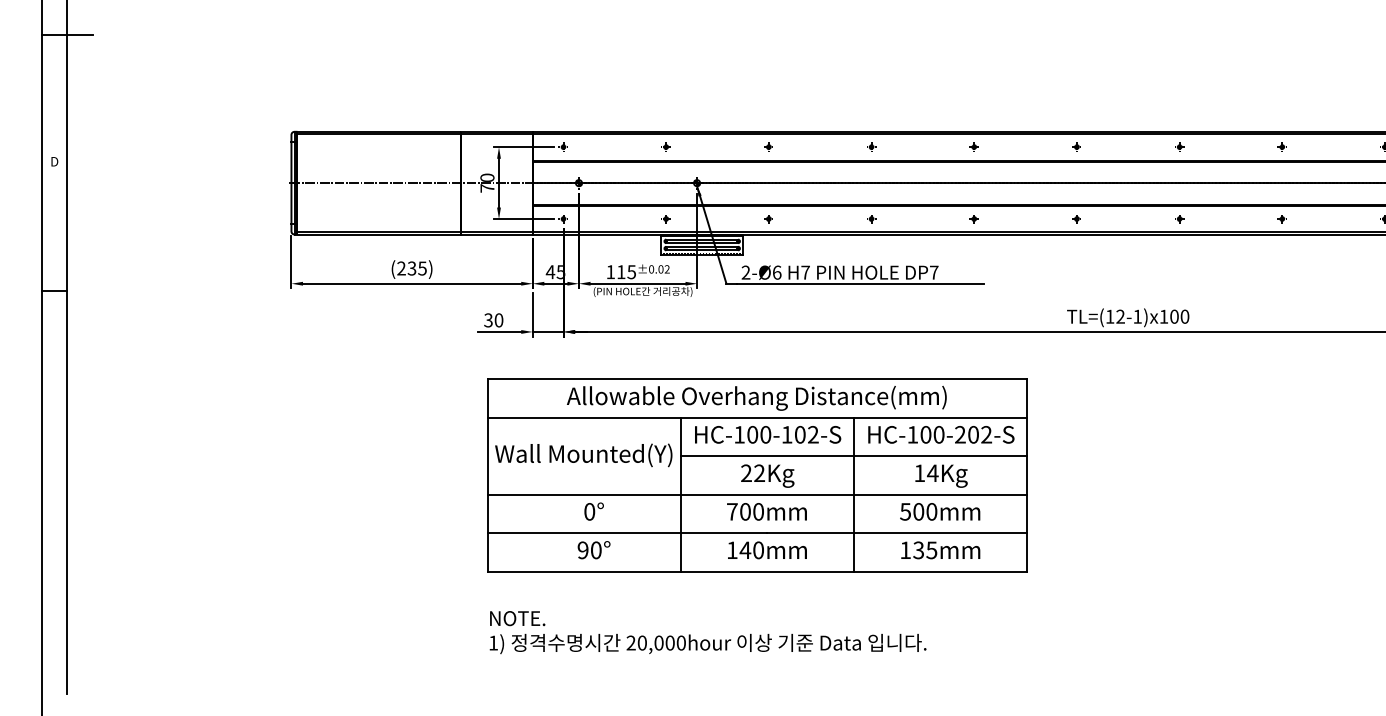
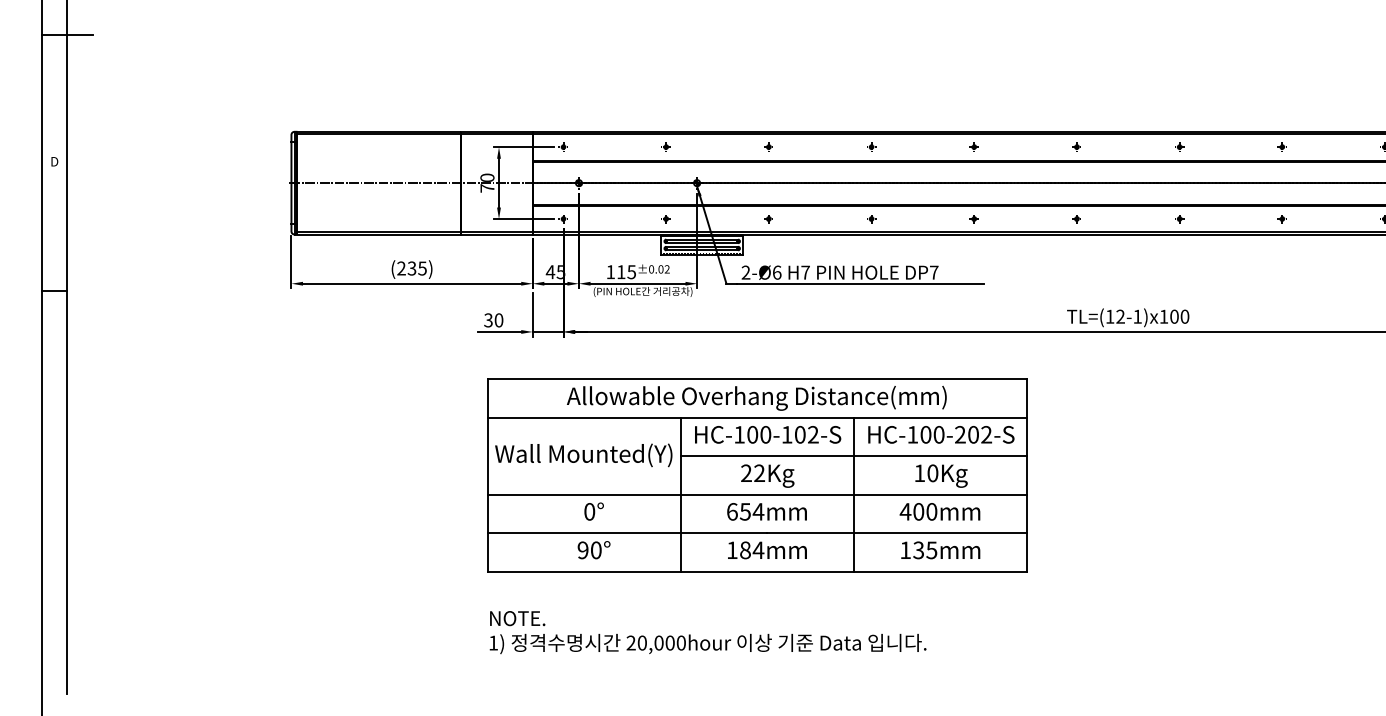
text at (932, 473): 14Kg -> 10Kg
text at (745, 511): 700mm -> 654mm
text at (905, 511): 500mm -> 400mm
text at (751, 550): 140mm -> 184mm
